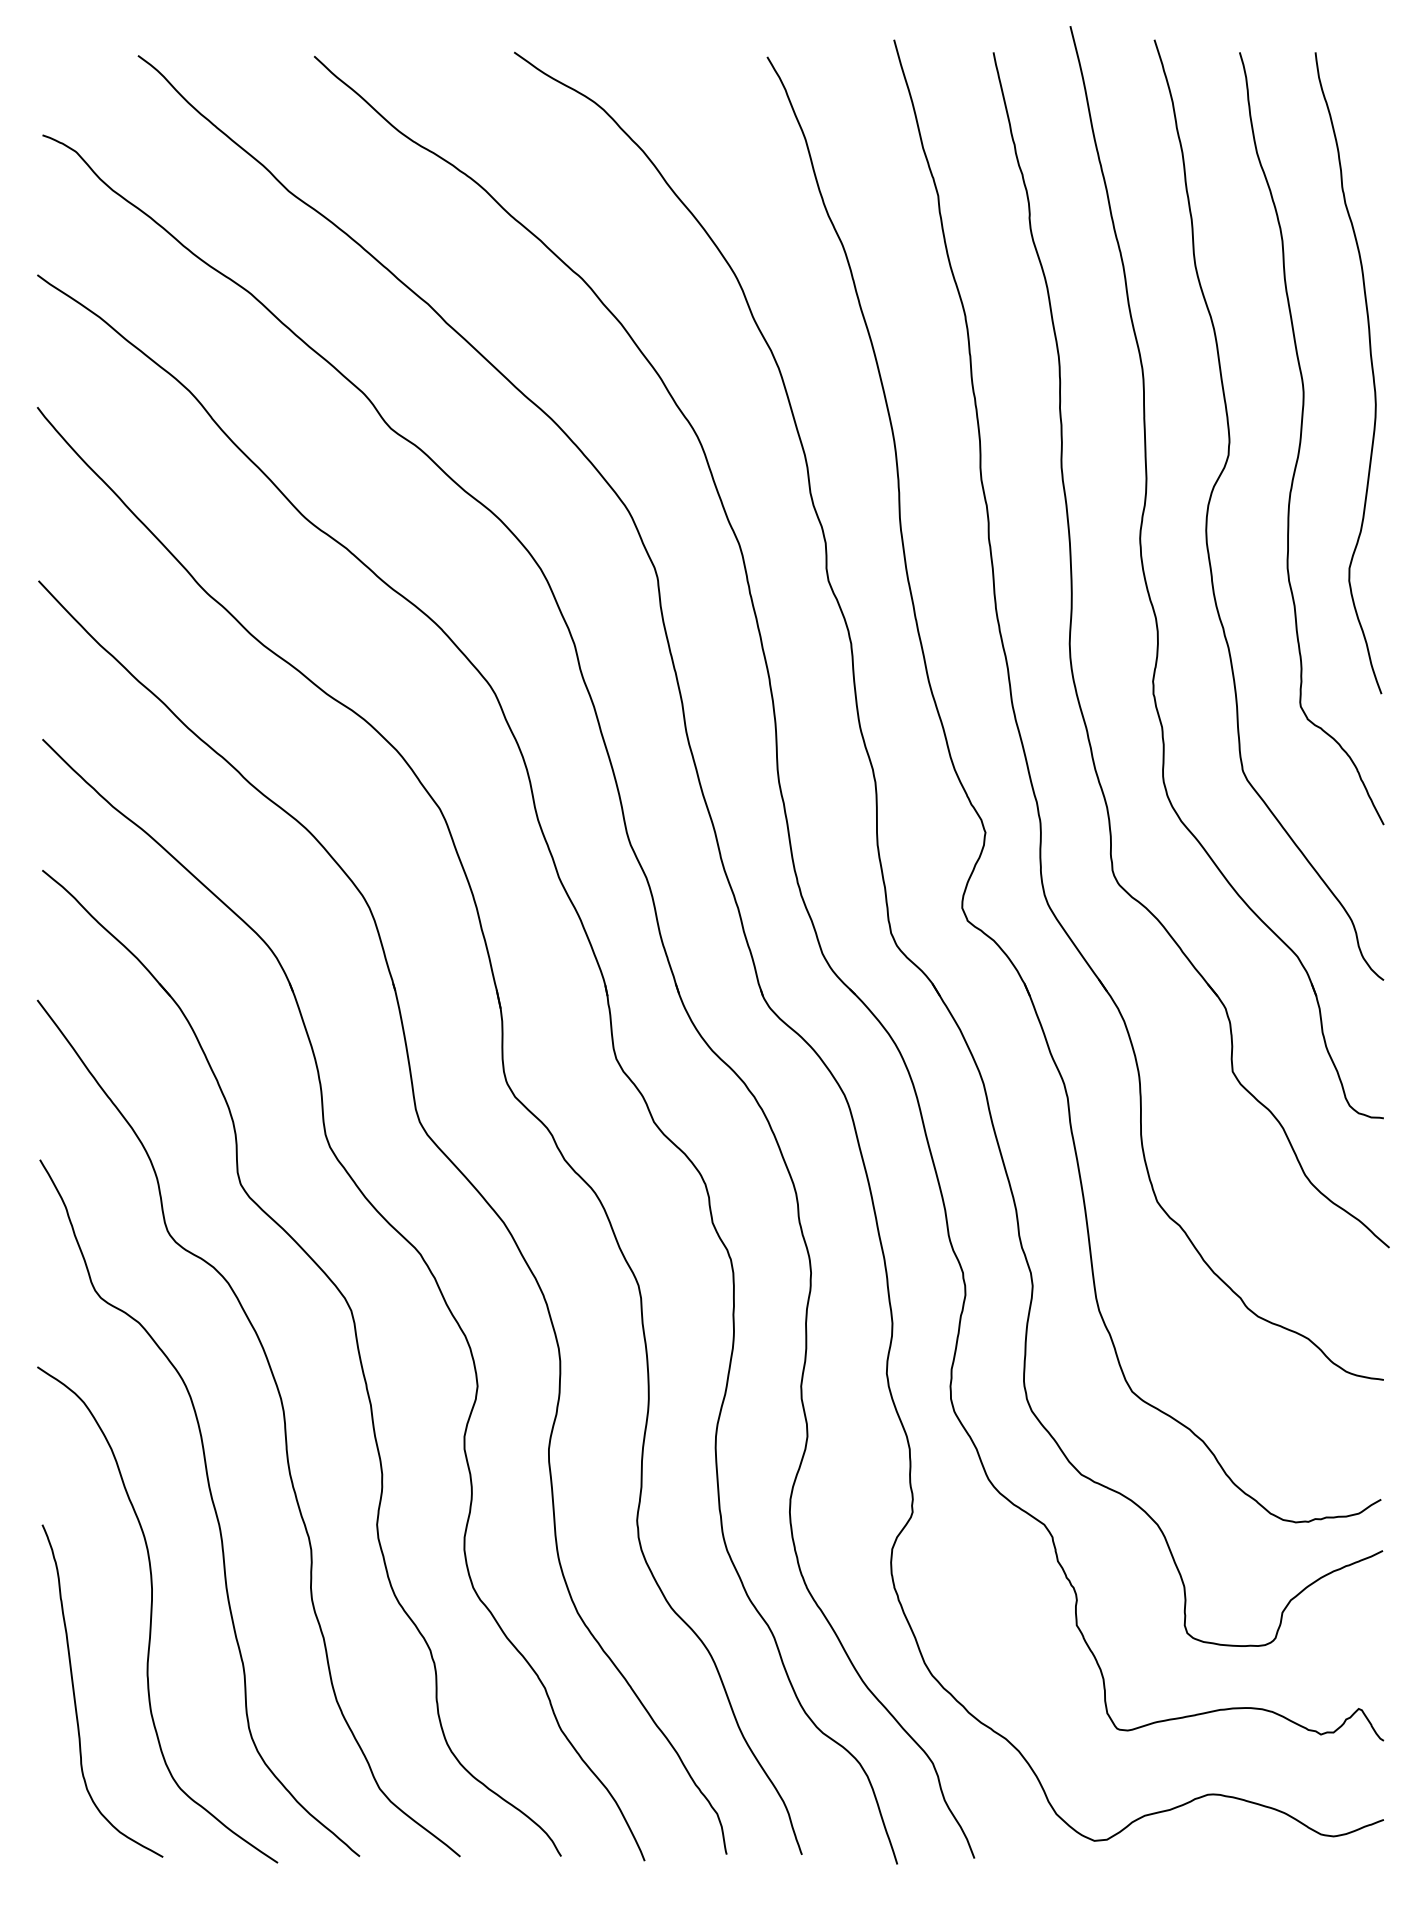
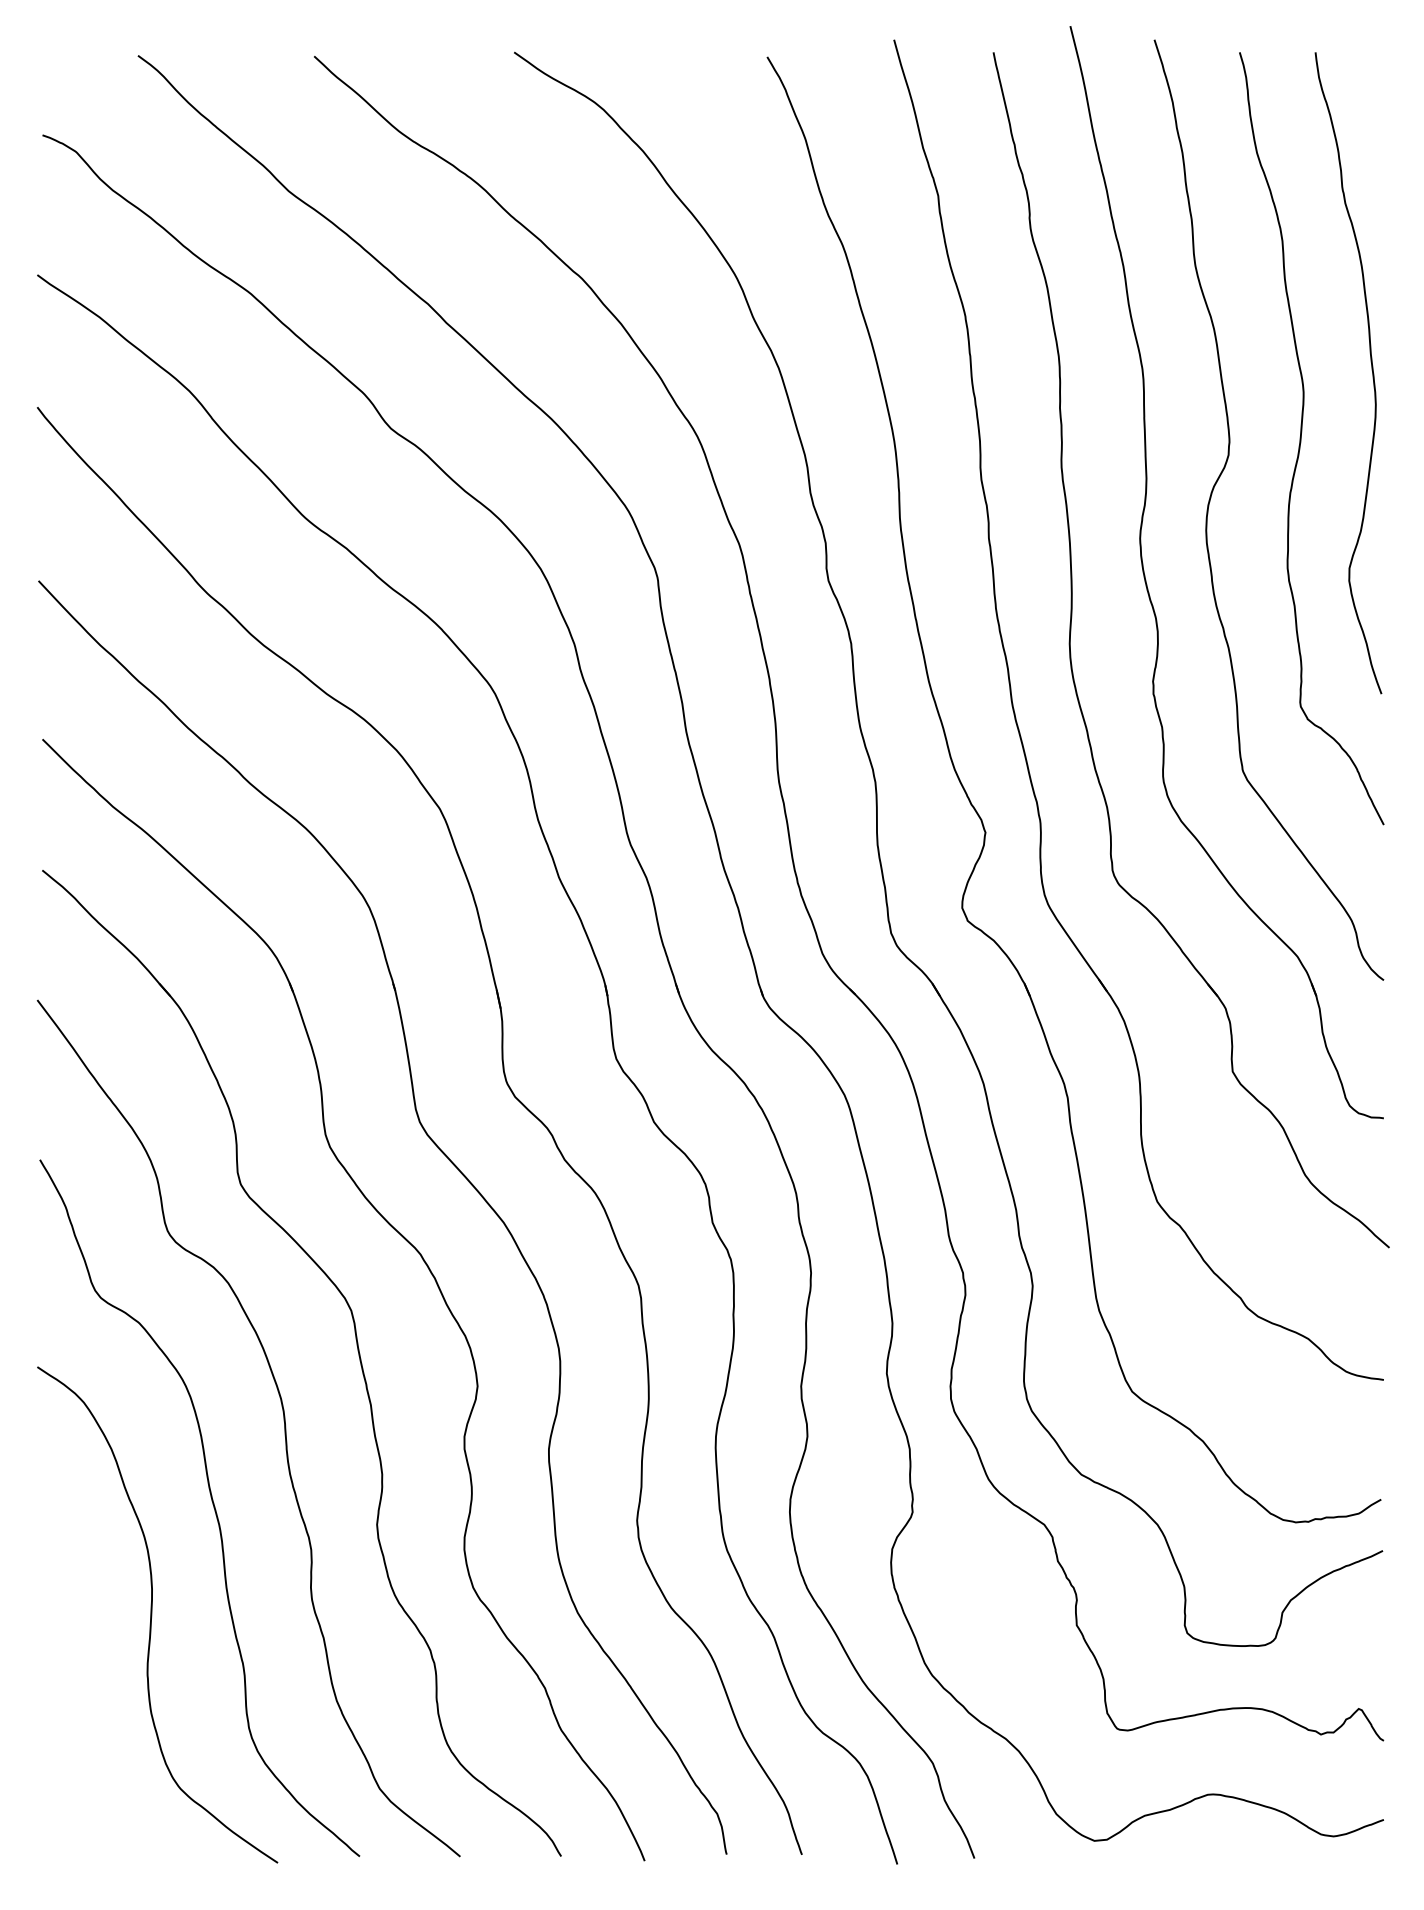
curve at (75, 1695): present -> none
